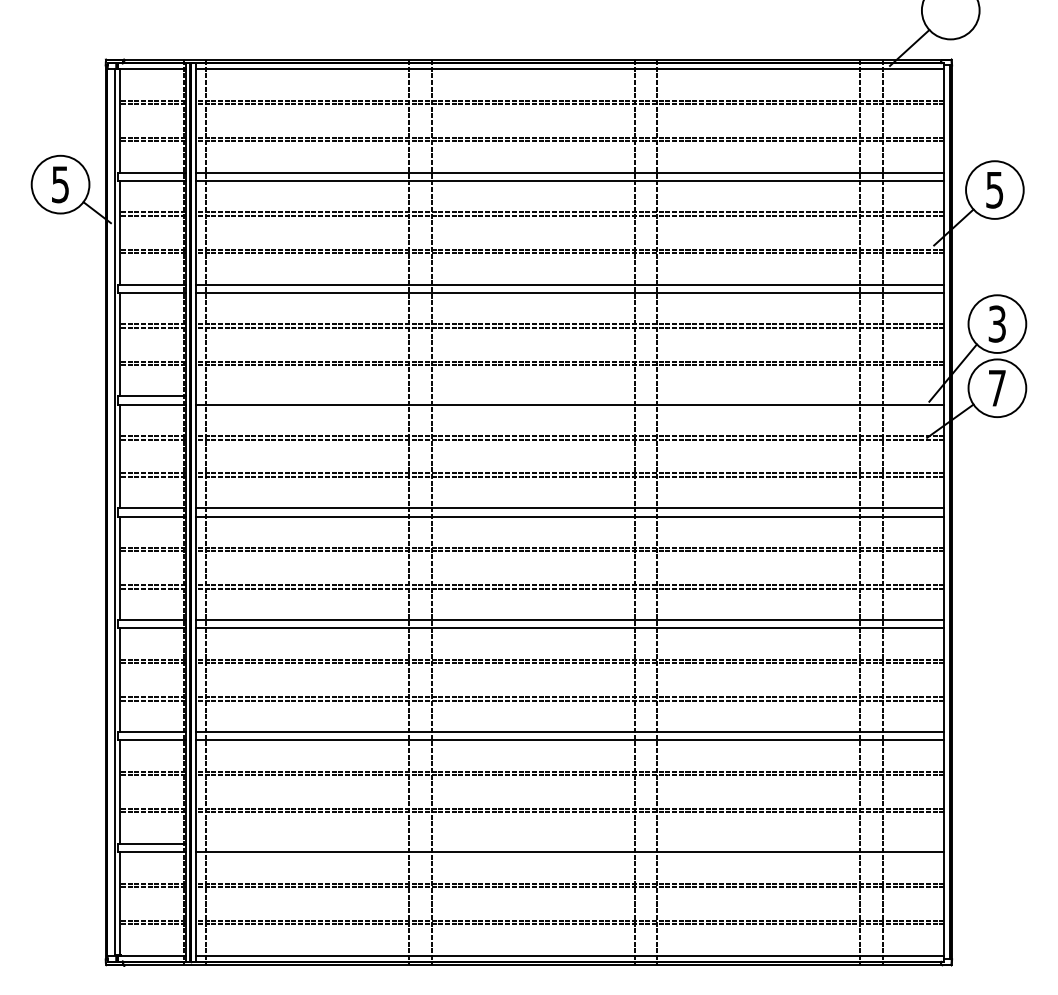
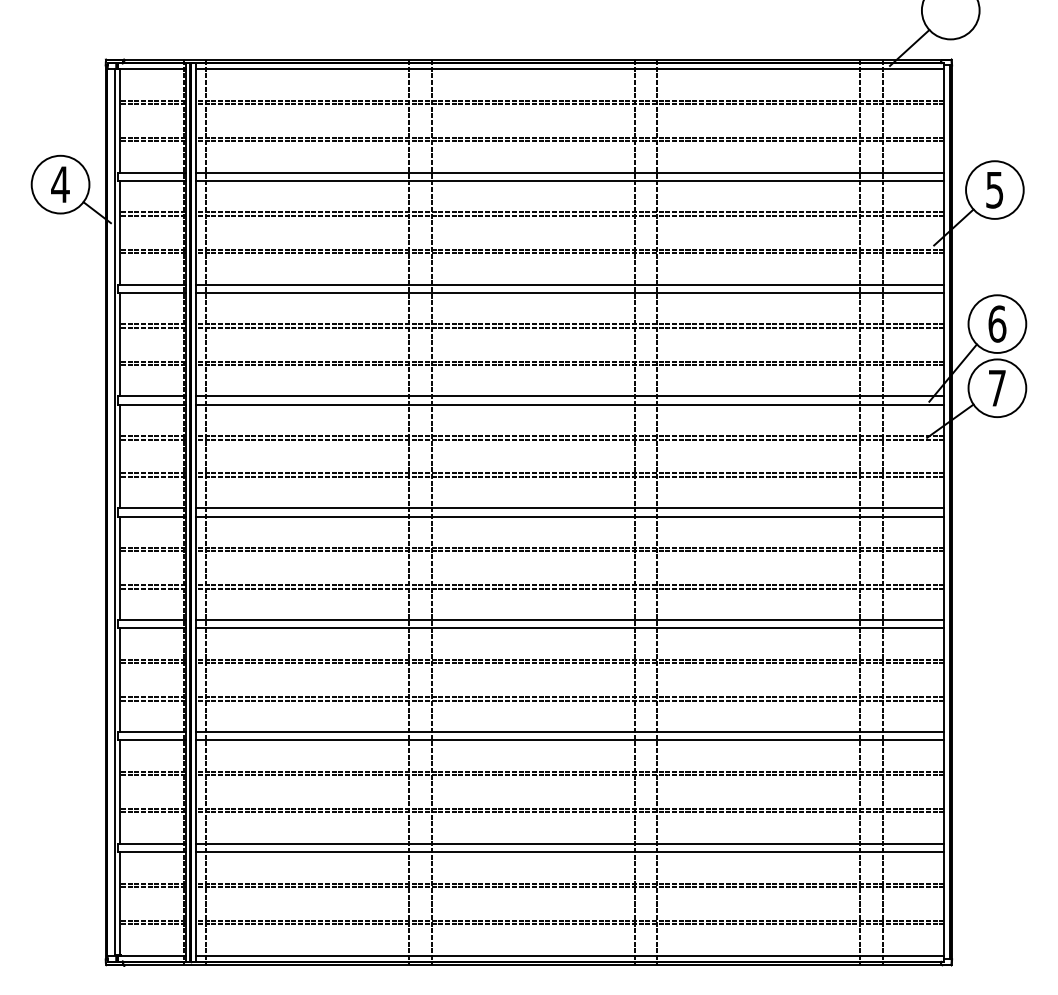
text at (60, 184): 5 -> 4
text at (997, 323): 3 -> 6
line at (569, 396): none -> present
line at (569, 843): none -> present
